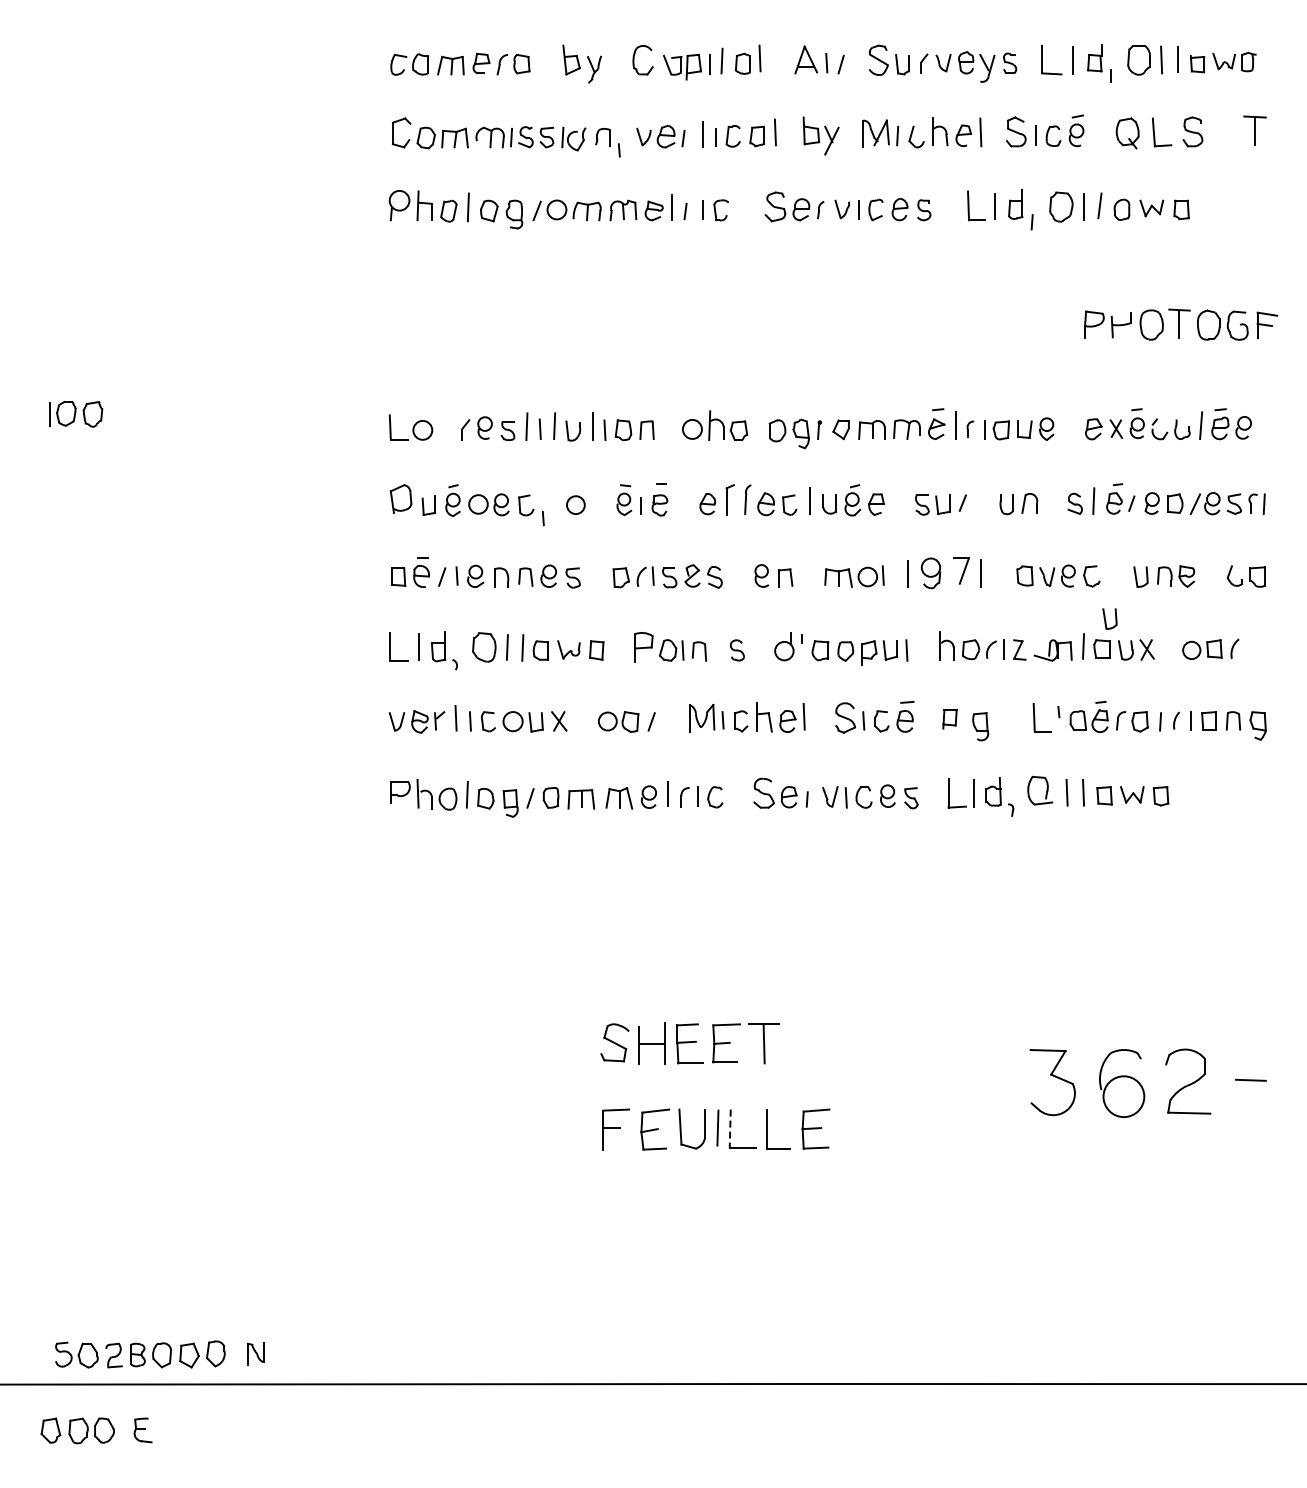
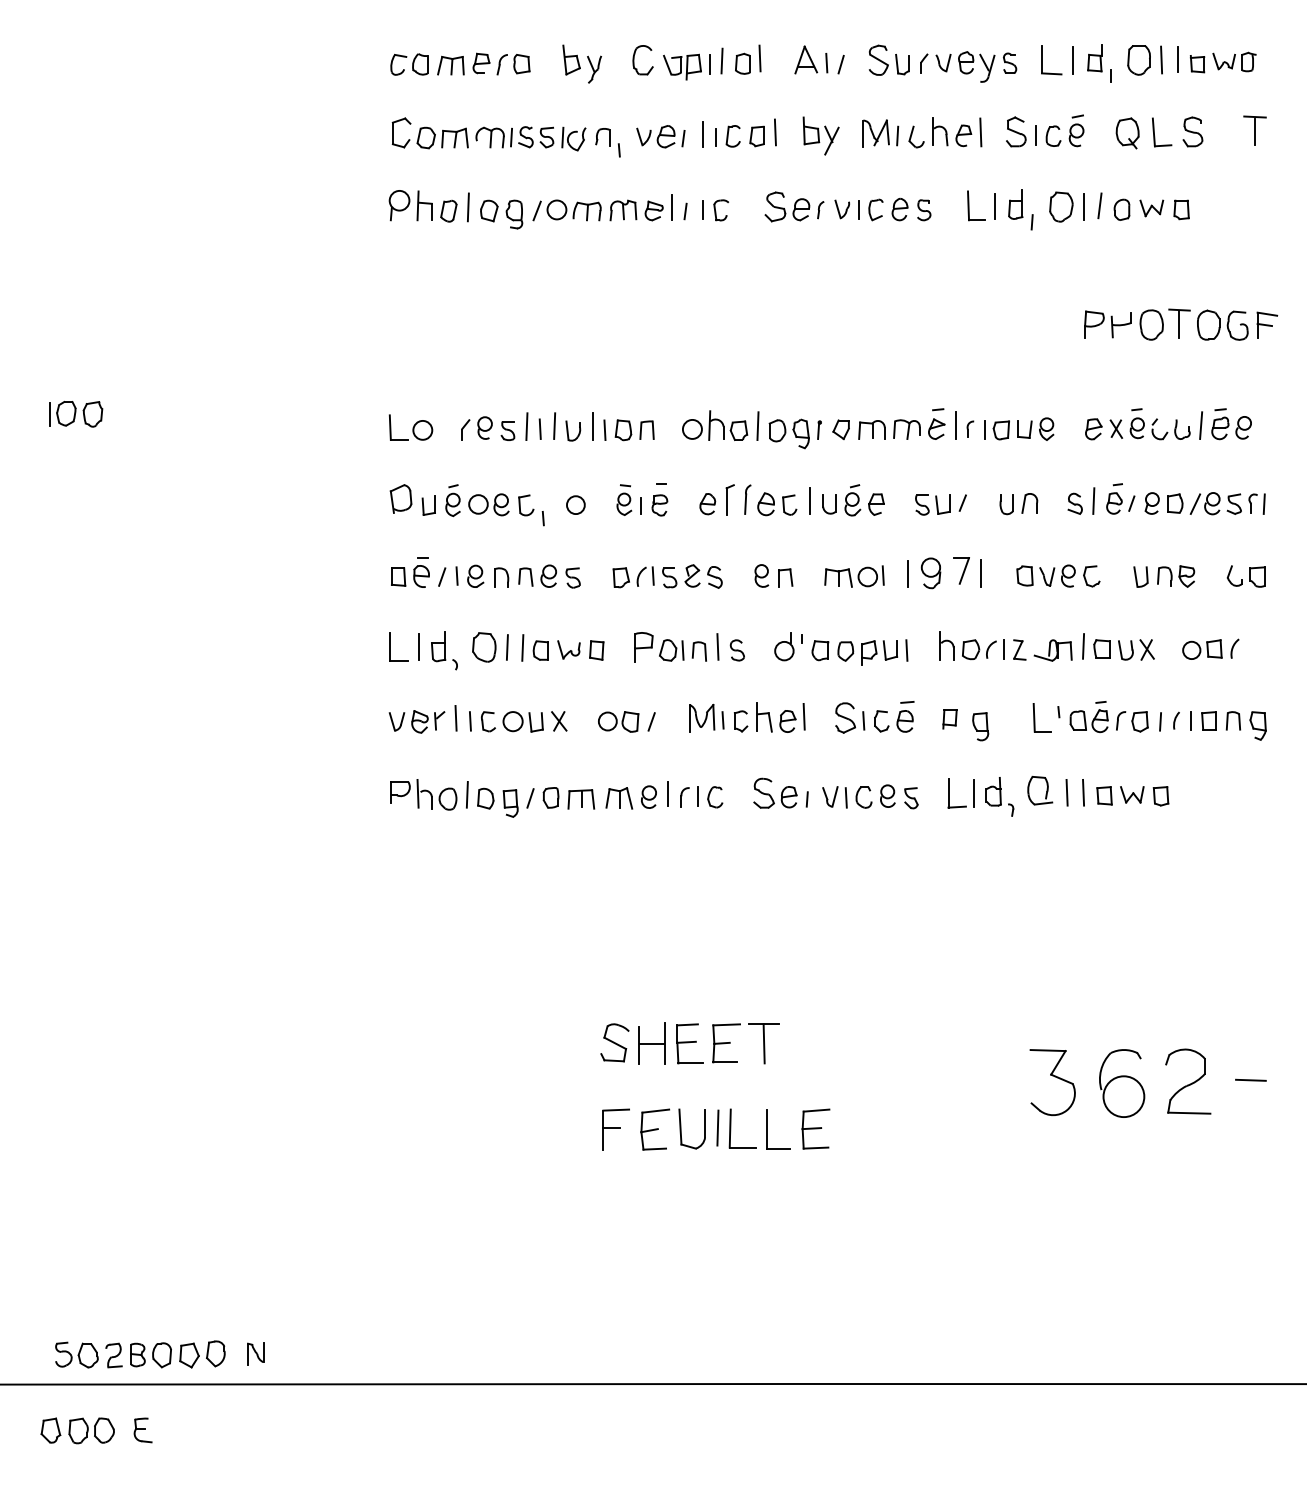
line at (757, 426): none -> present
part at (1109, 618): present -> none
line at (717, 646): none -> present
line at (730, 1129): dashed -> solid
